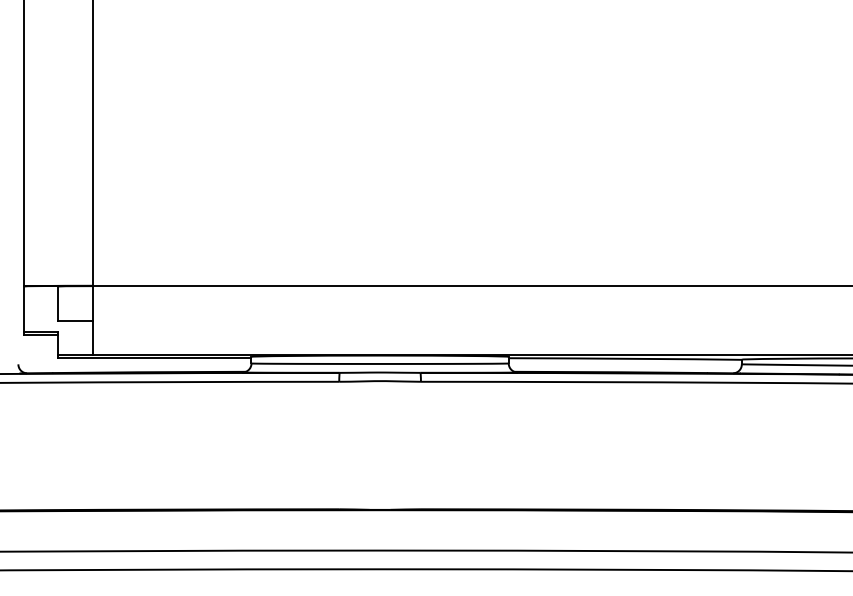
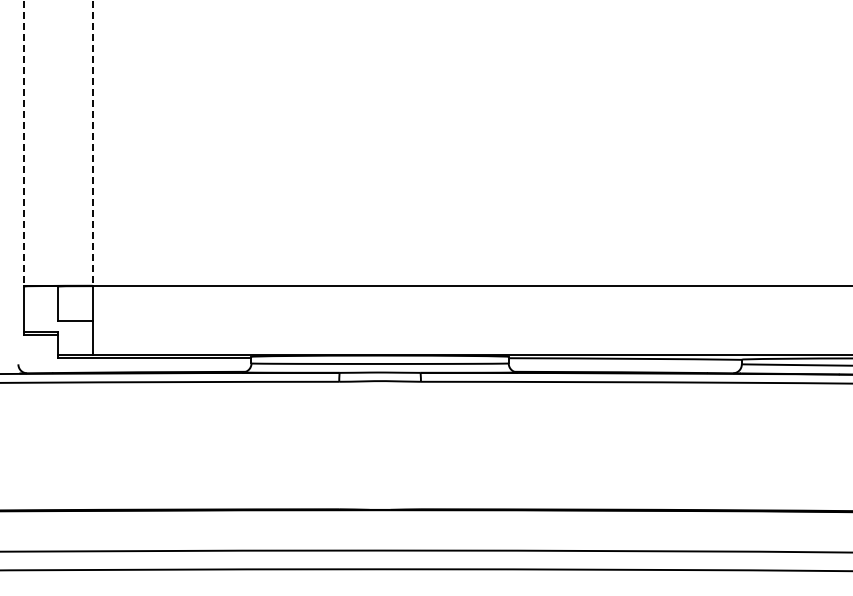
line at (92, 142): solid -> dashed
line at (24, 143): solid -> dashed
